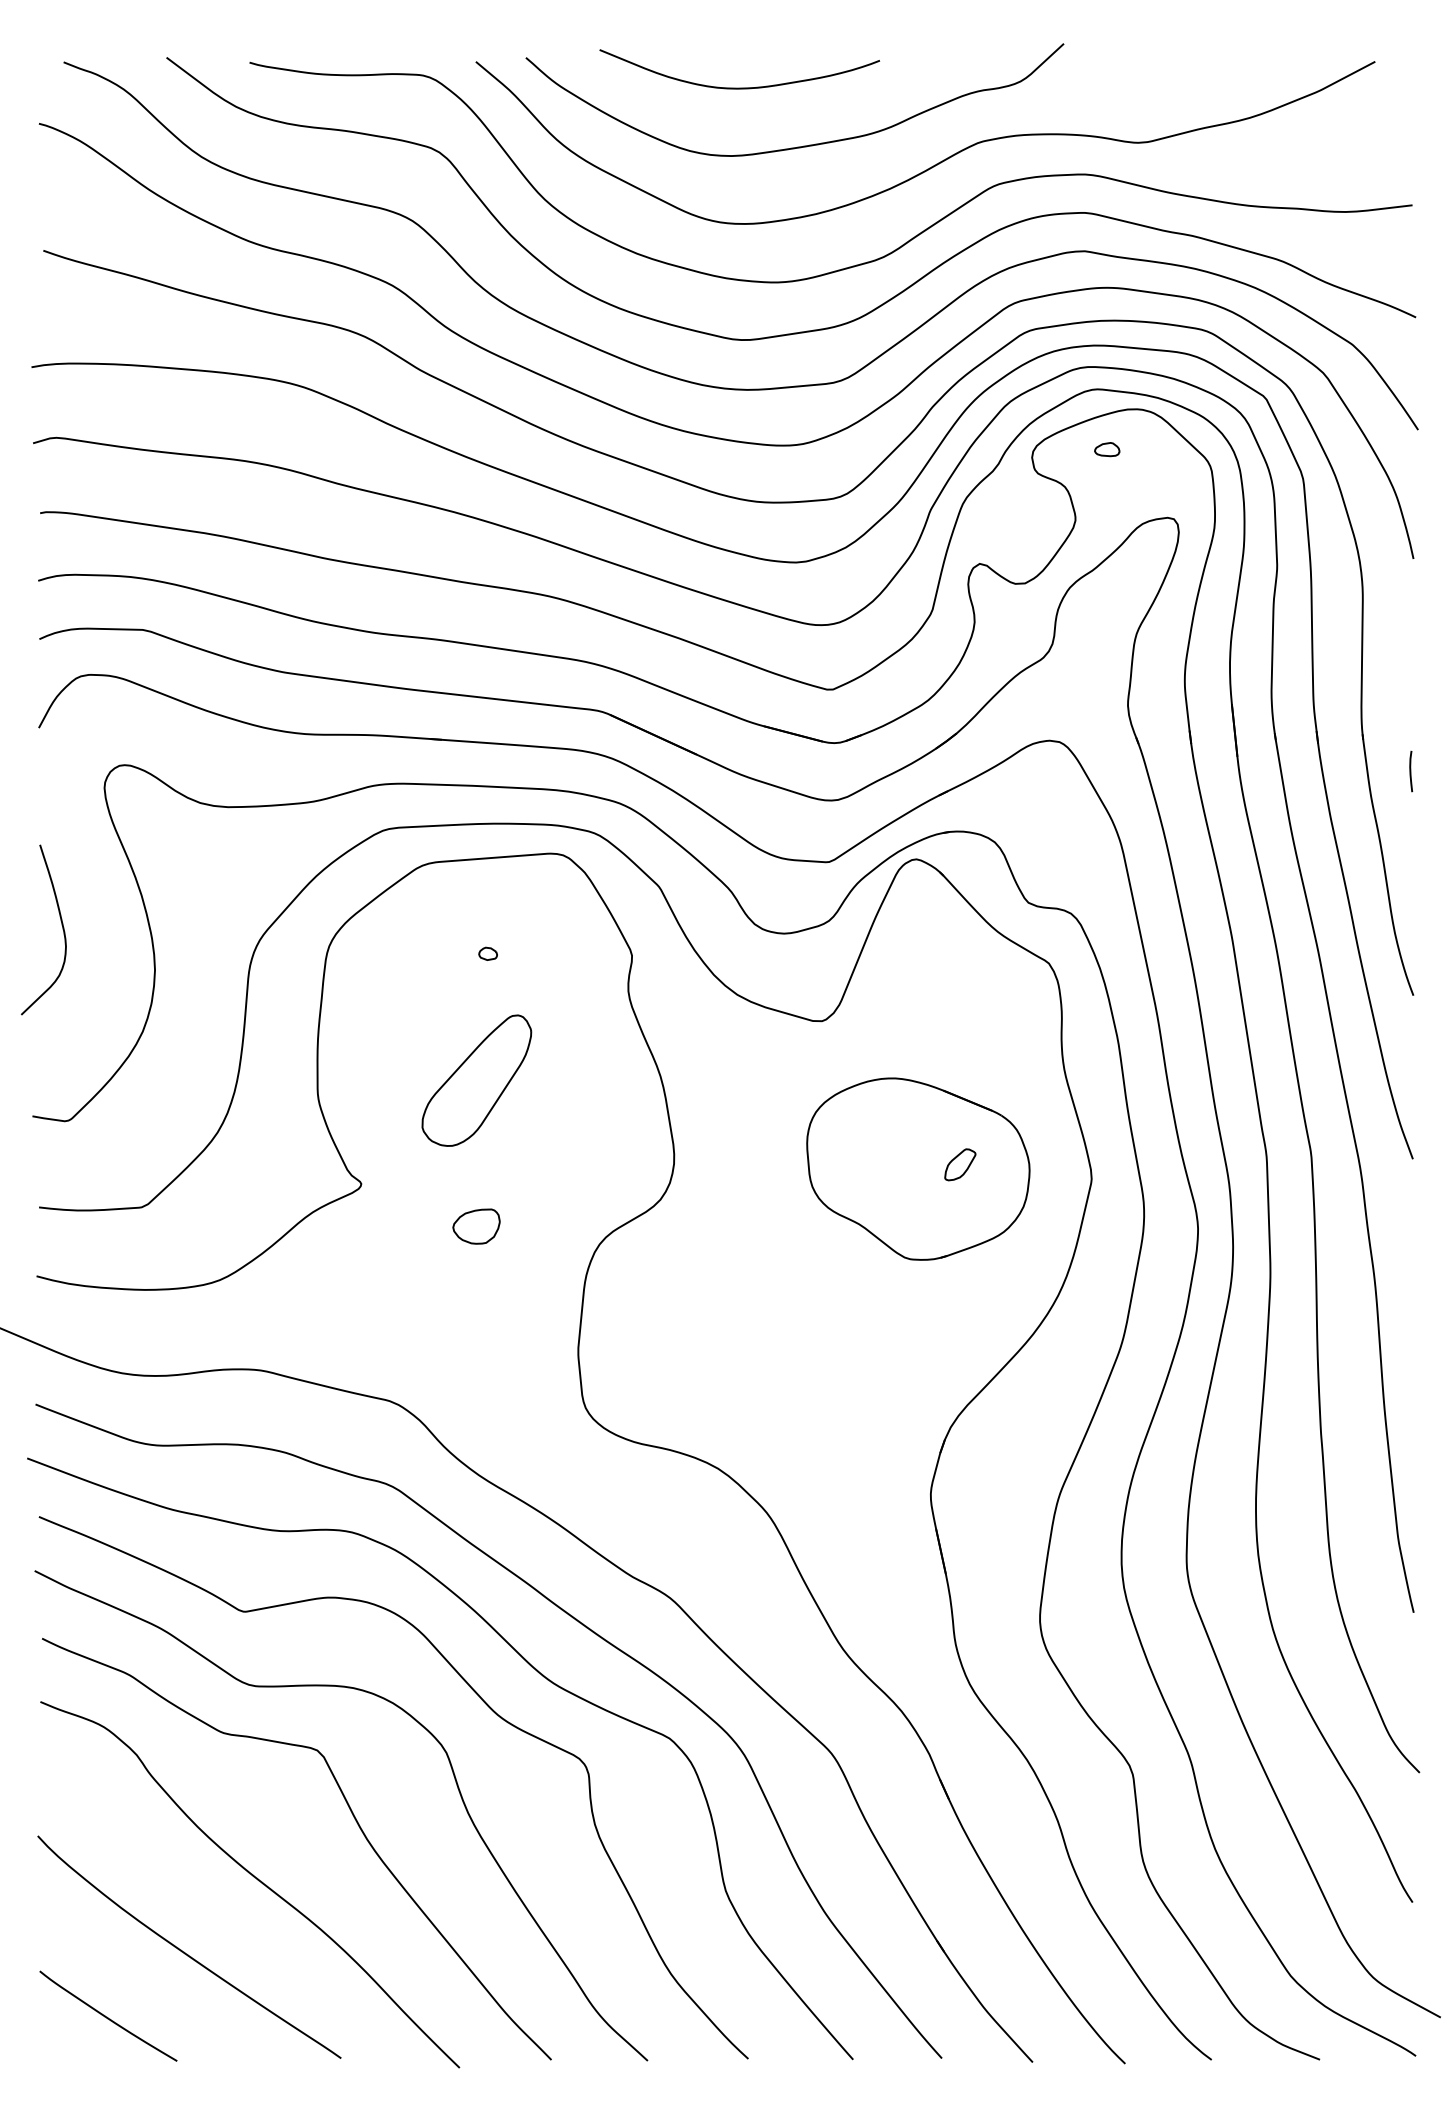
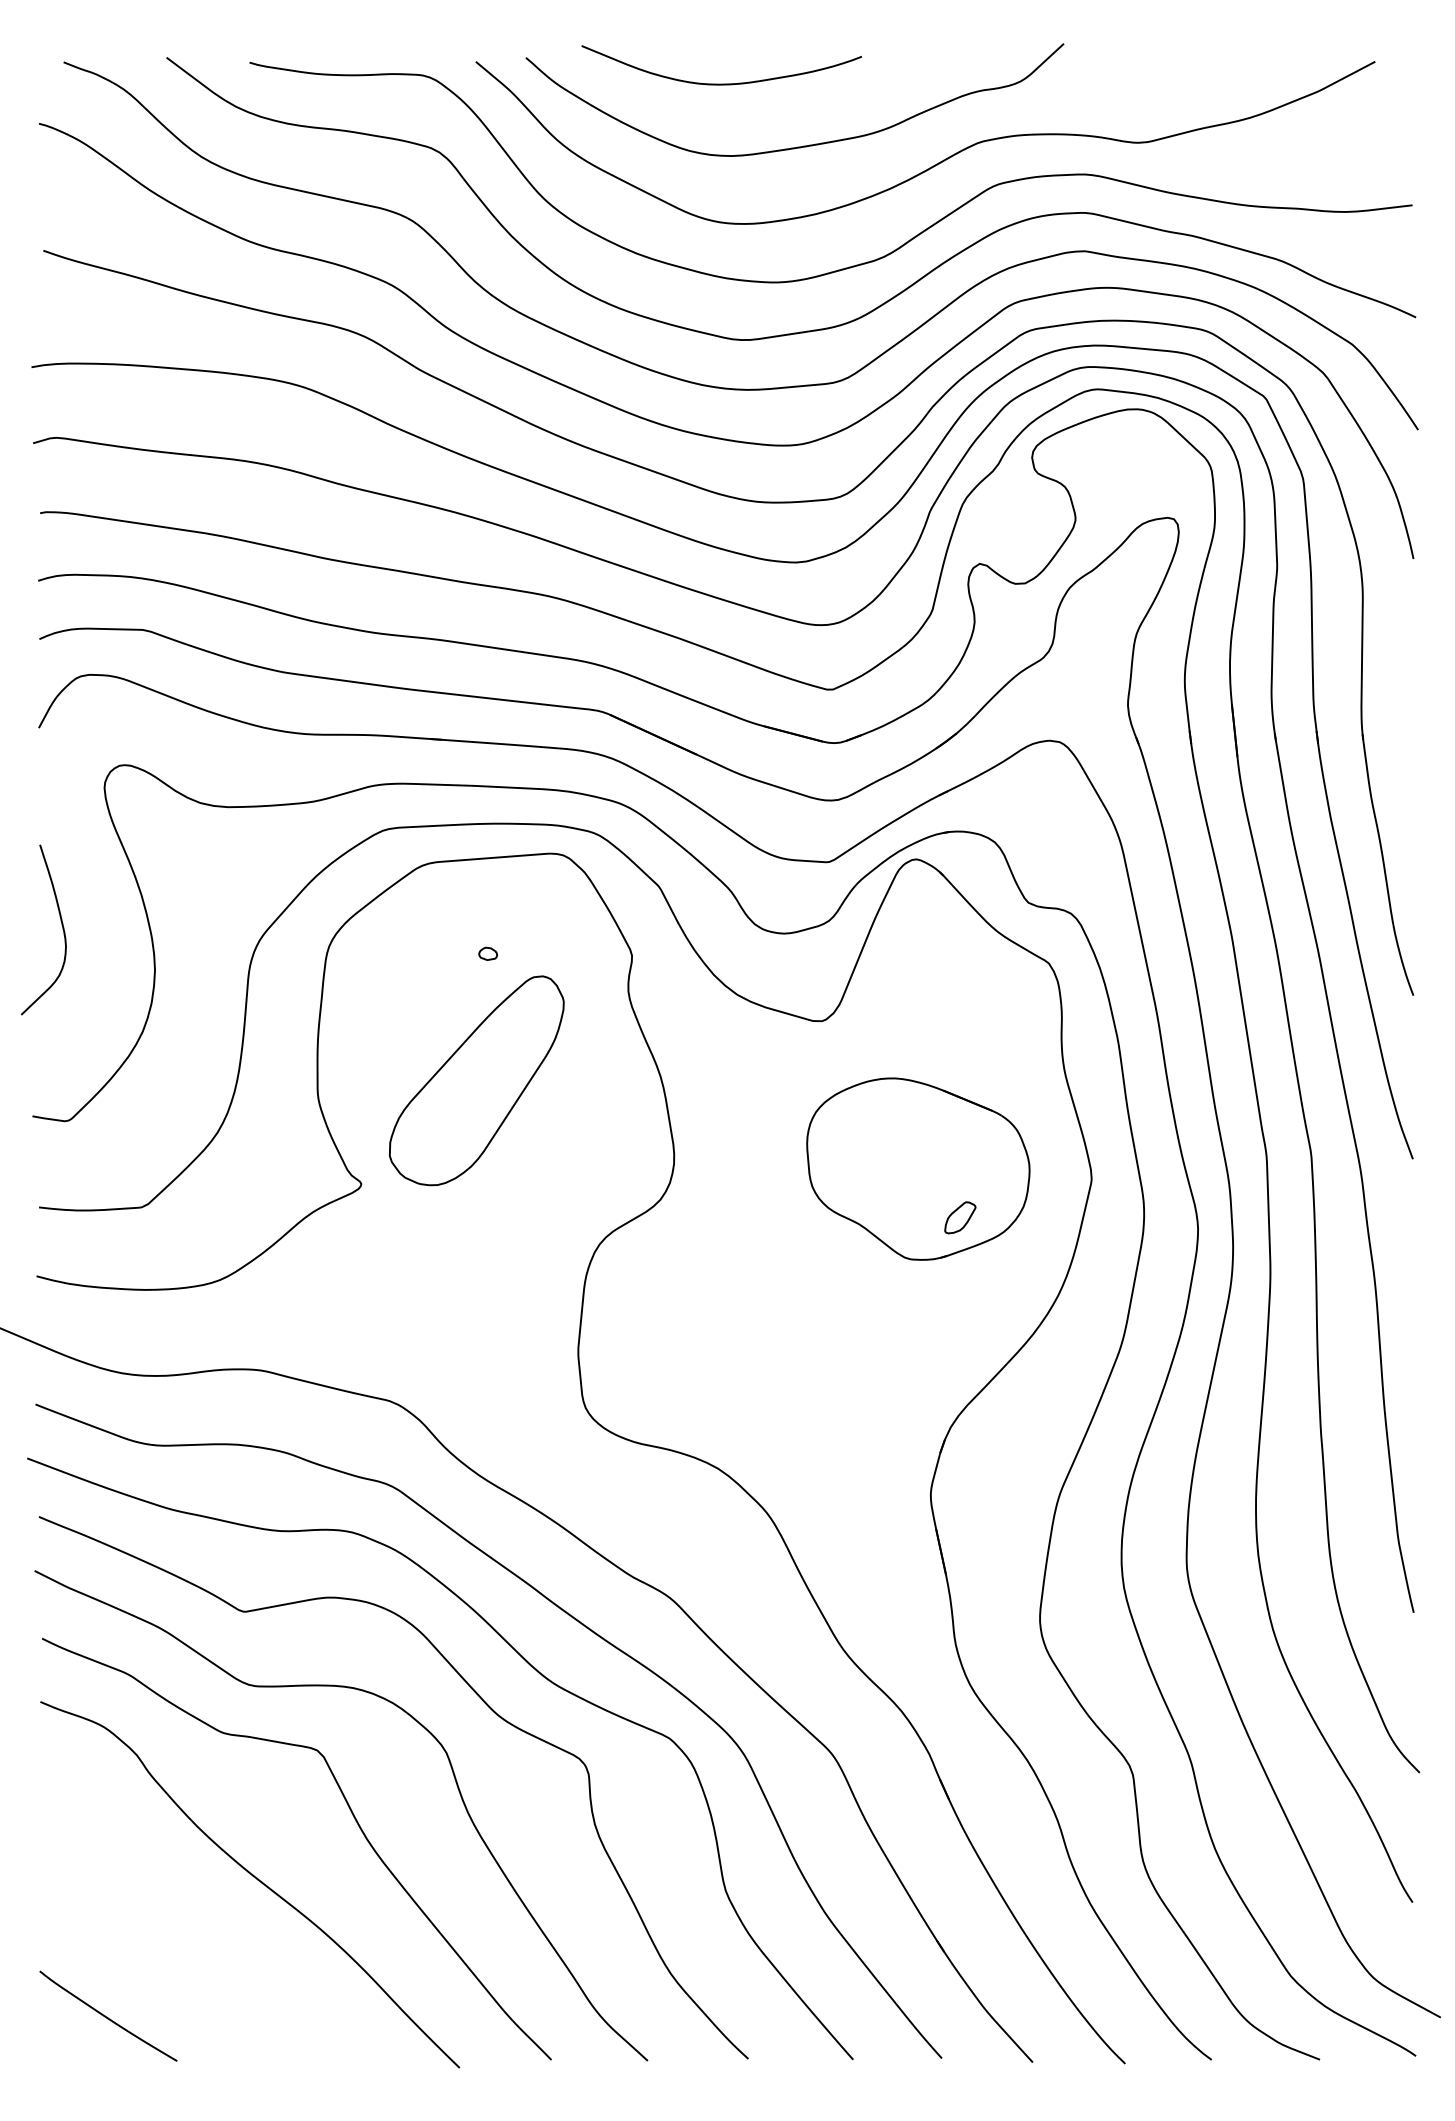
curve at (739, 87) position: (739, 87) -> (721, 83)
part at (1107, 449): present -> none
curve at (1411, 771): present -> none
part at (476, 1080) size: 112x133 px -> 176x212 px
part at (960, 1164) position: (960, 1164) -> (960, 1217)
part at (476, 1226): present -> none
curve at (184, 1951): present -> none
